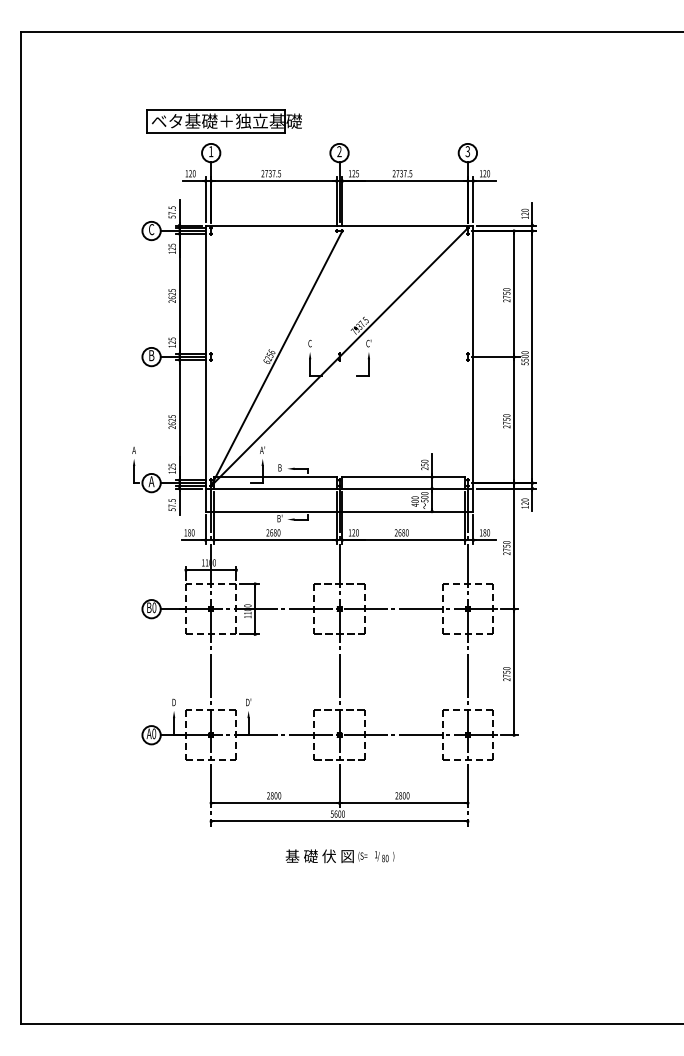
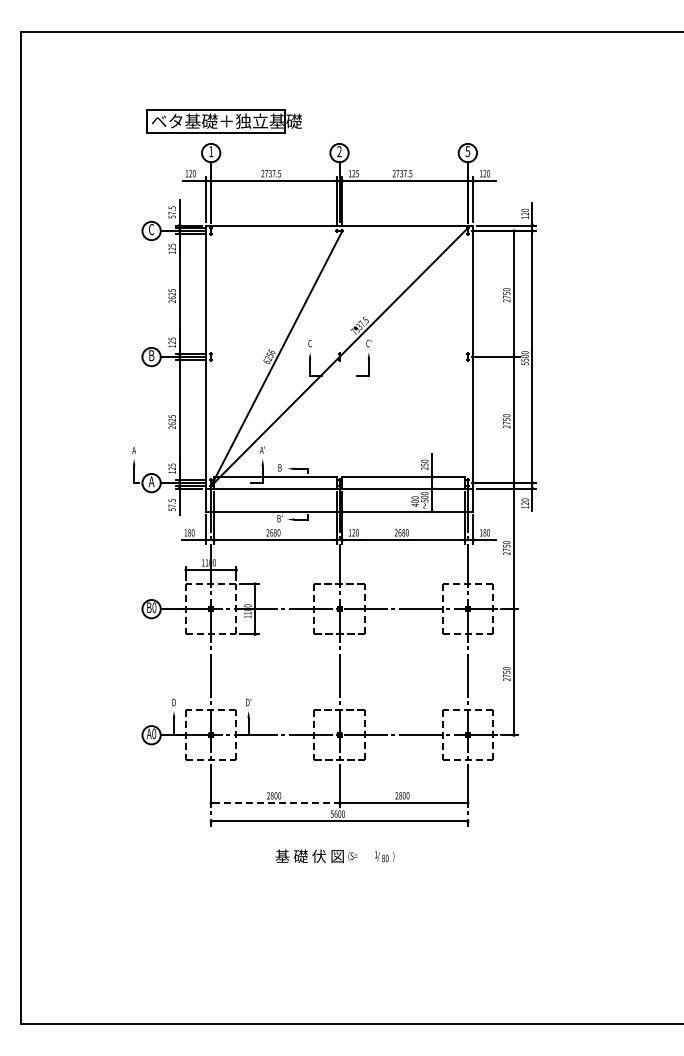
text at (467, 151): 3 -> 5
line at (275, 803): solid -> dashed
text at (326, 856) position: (326, 856) -> (316, 856)
